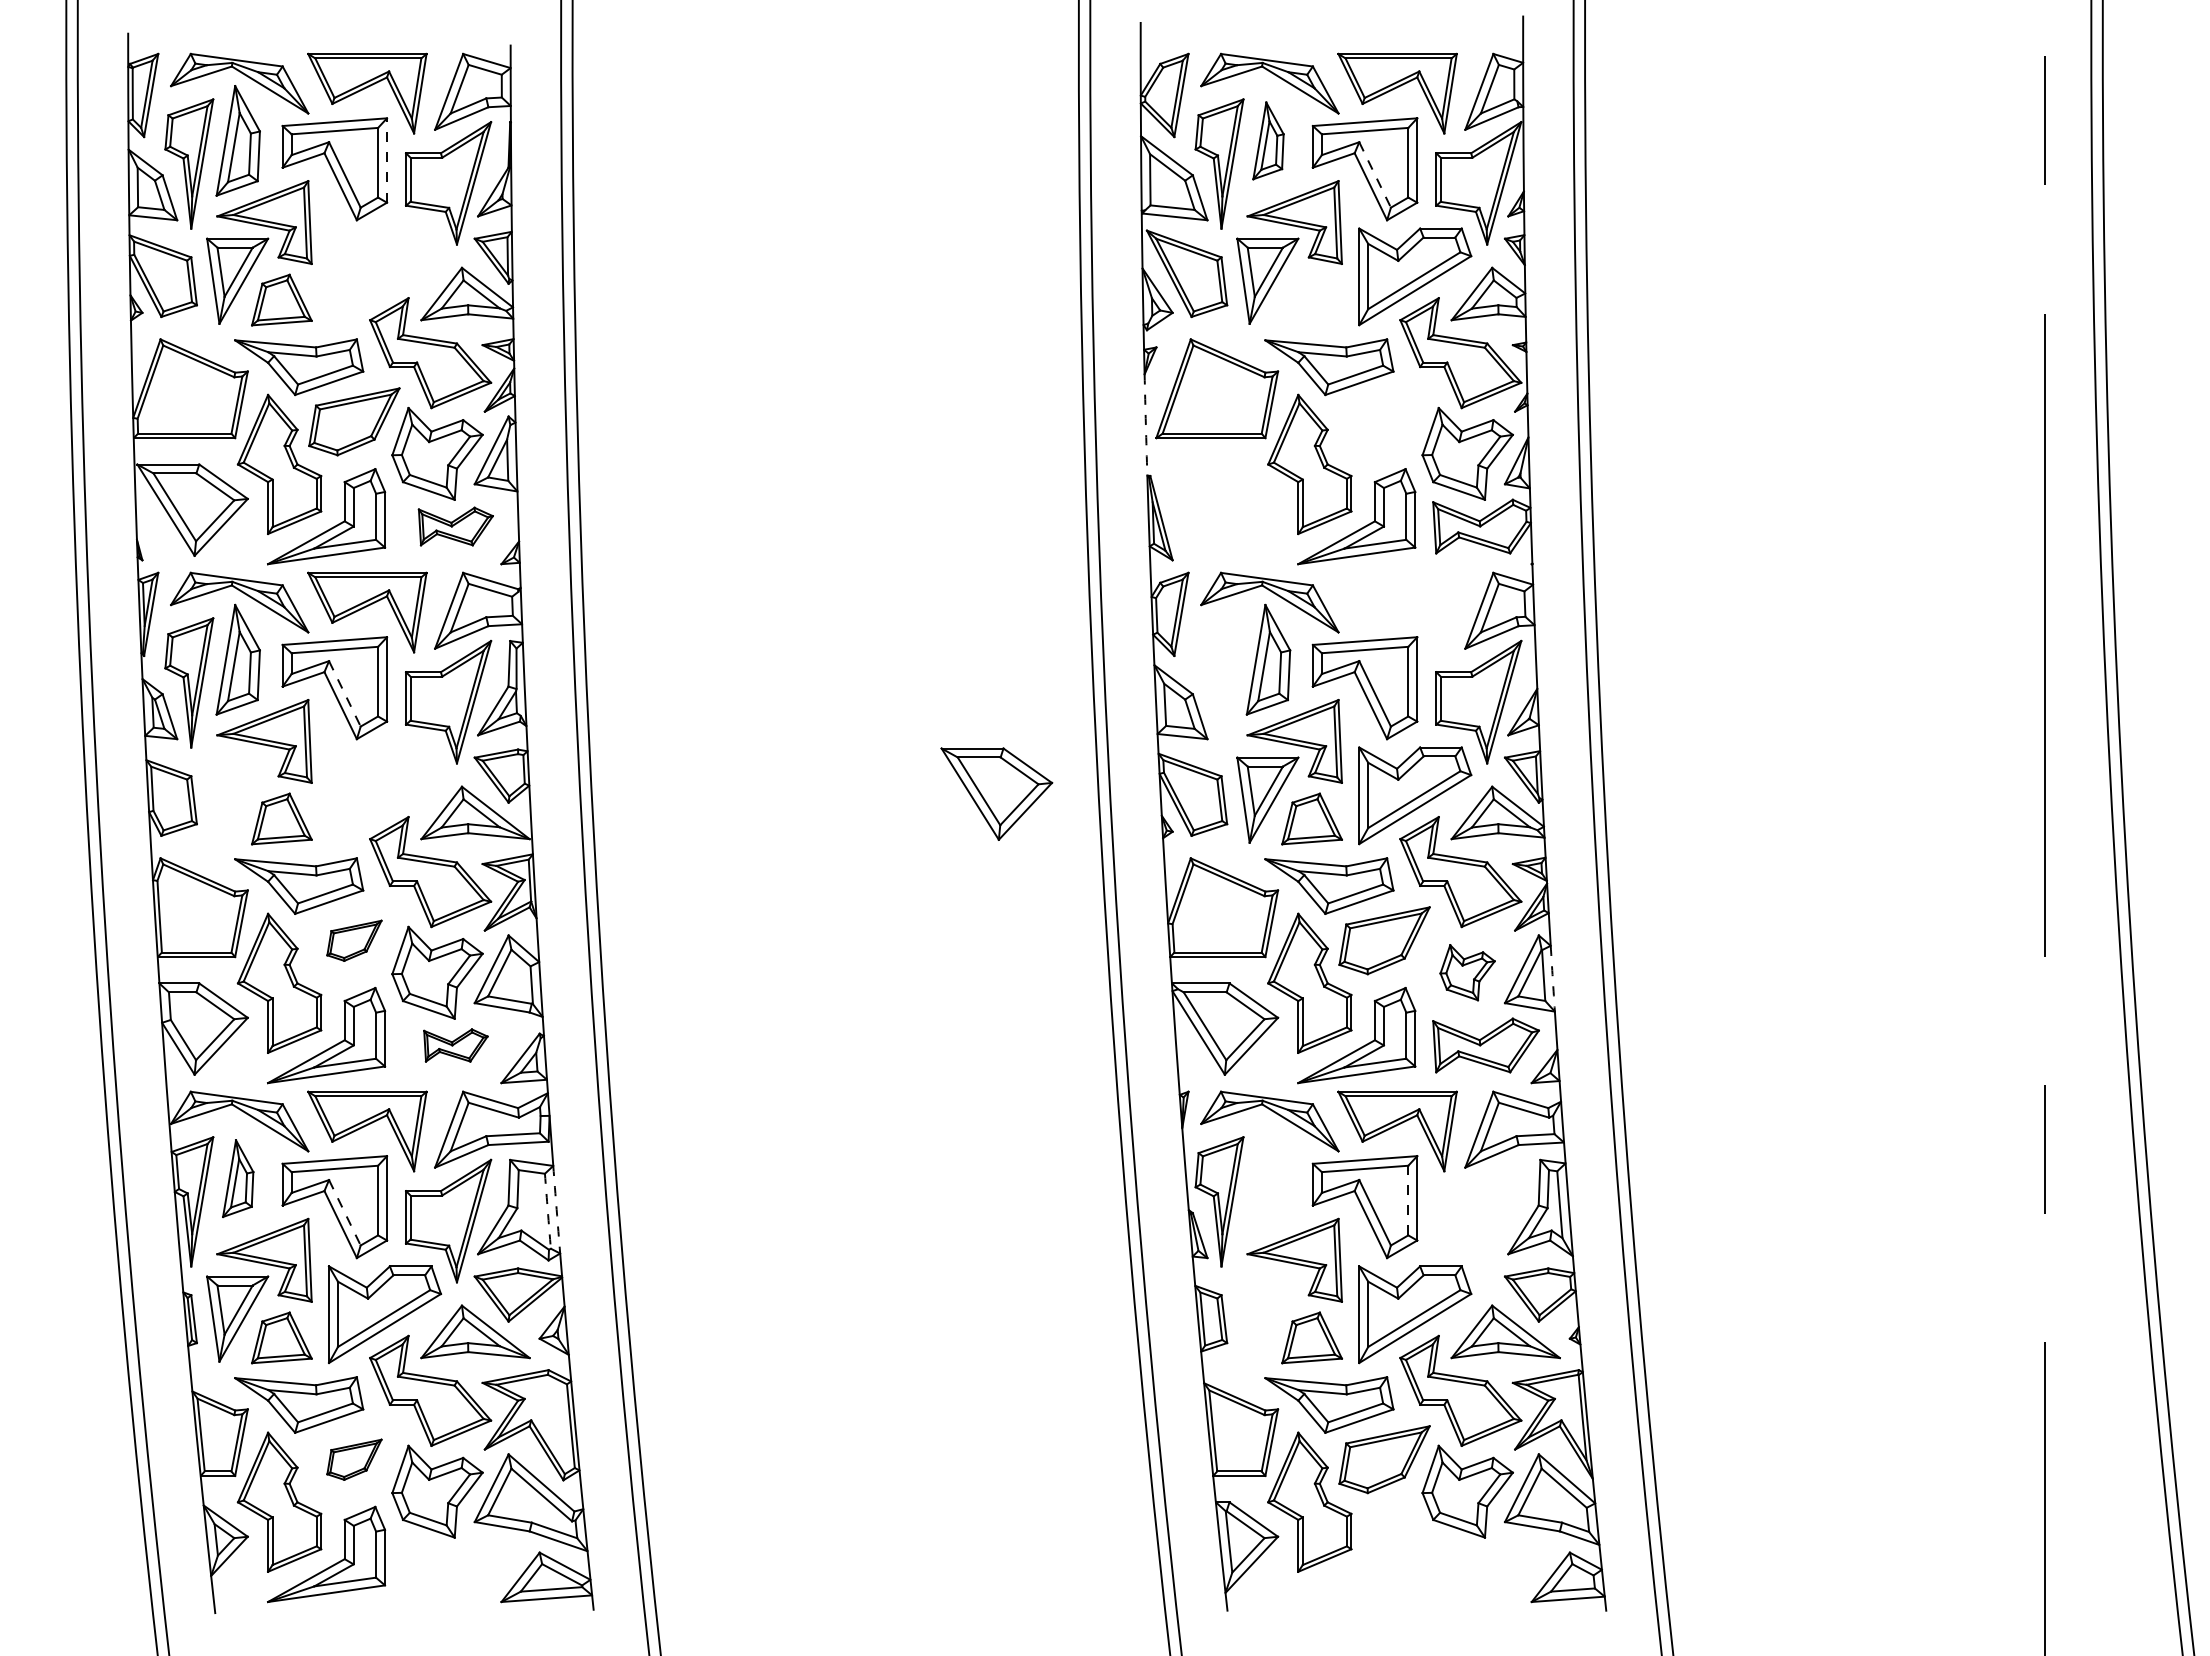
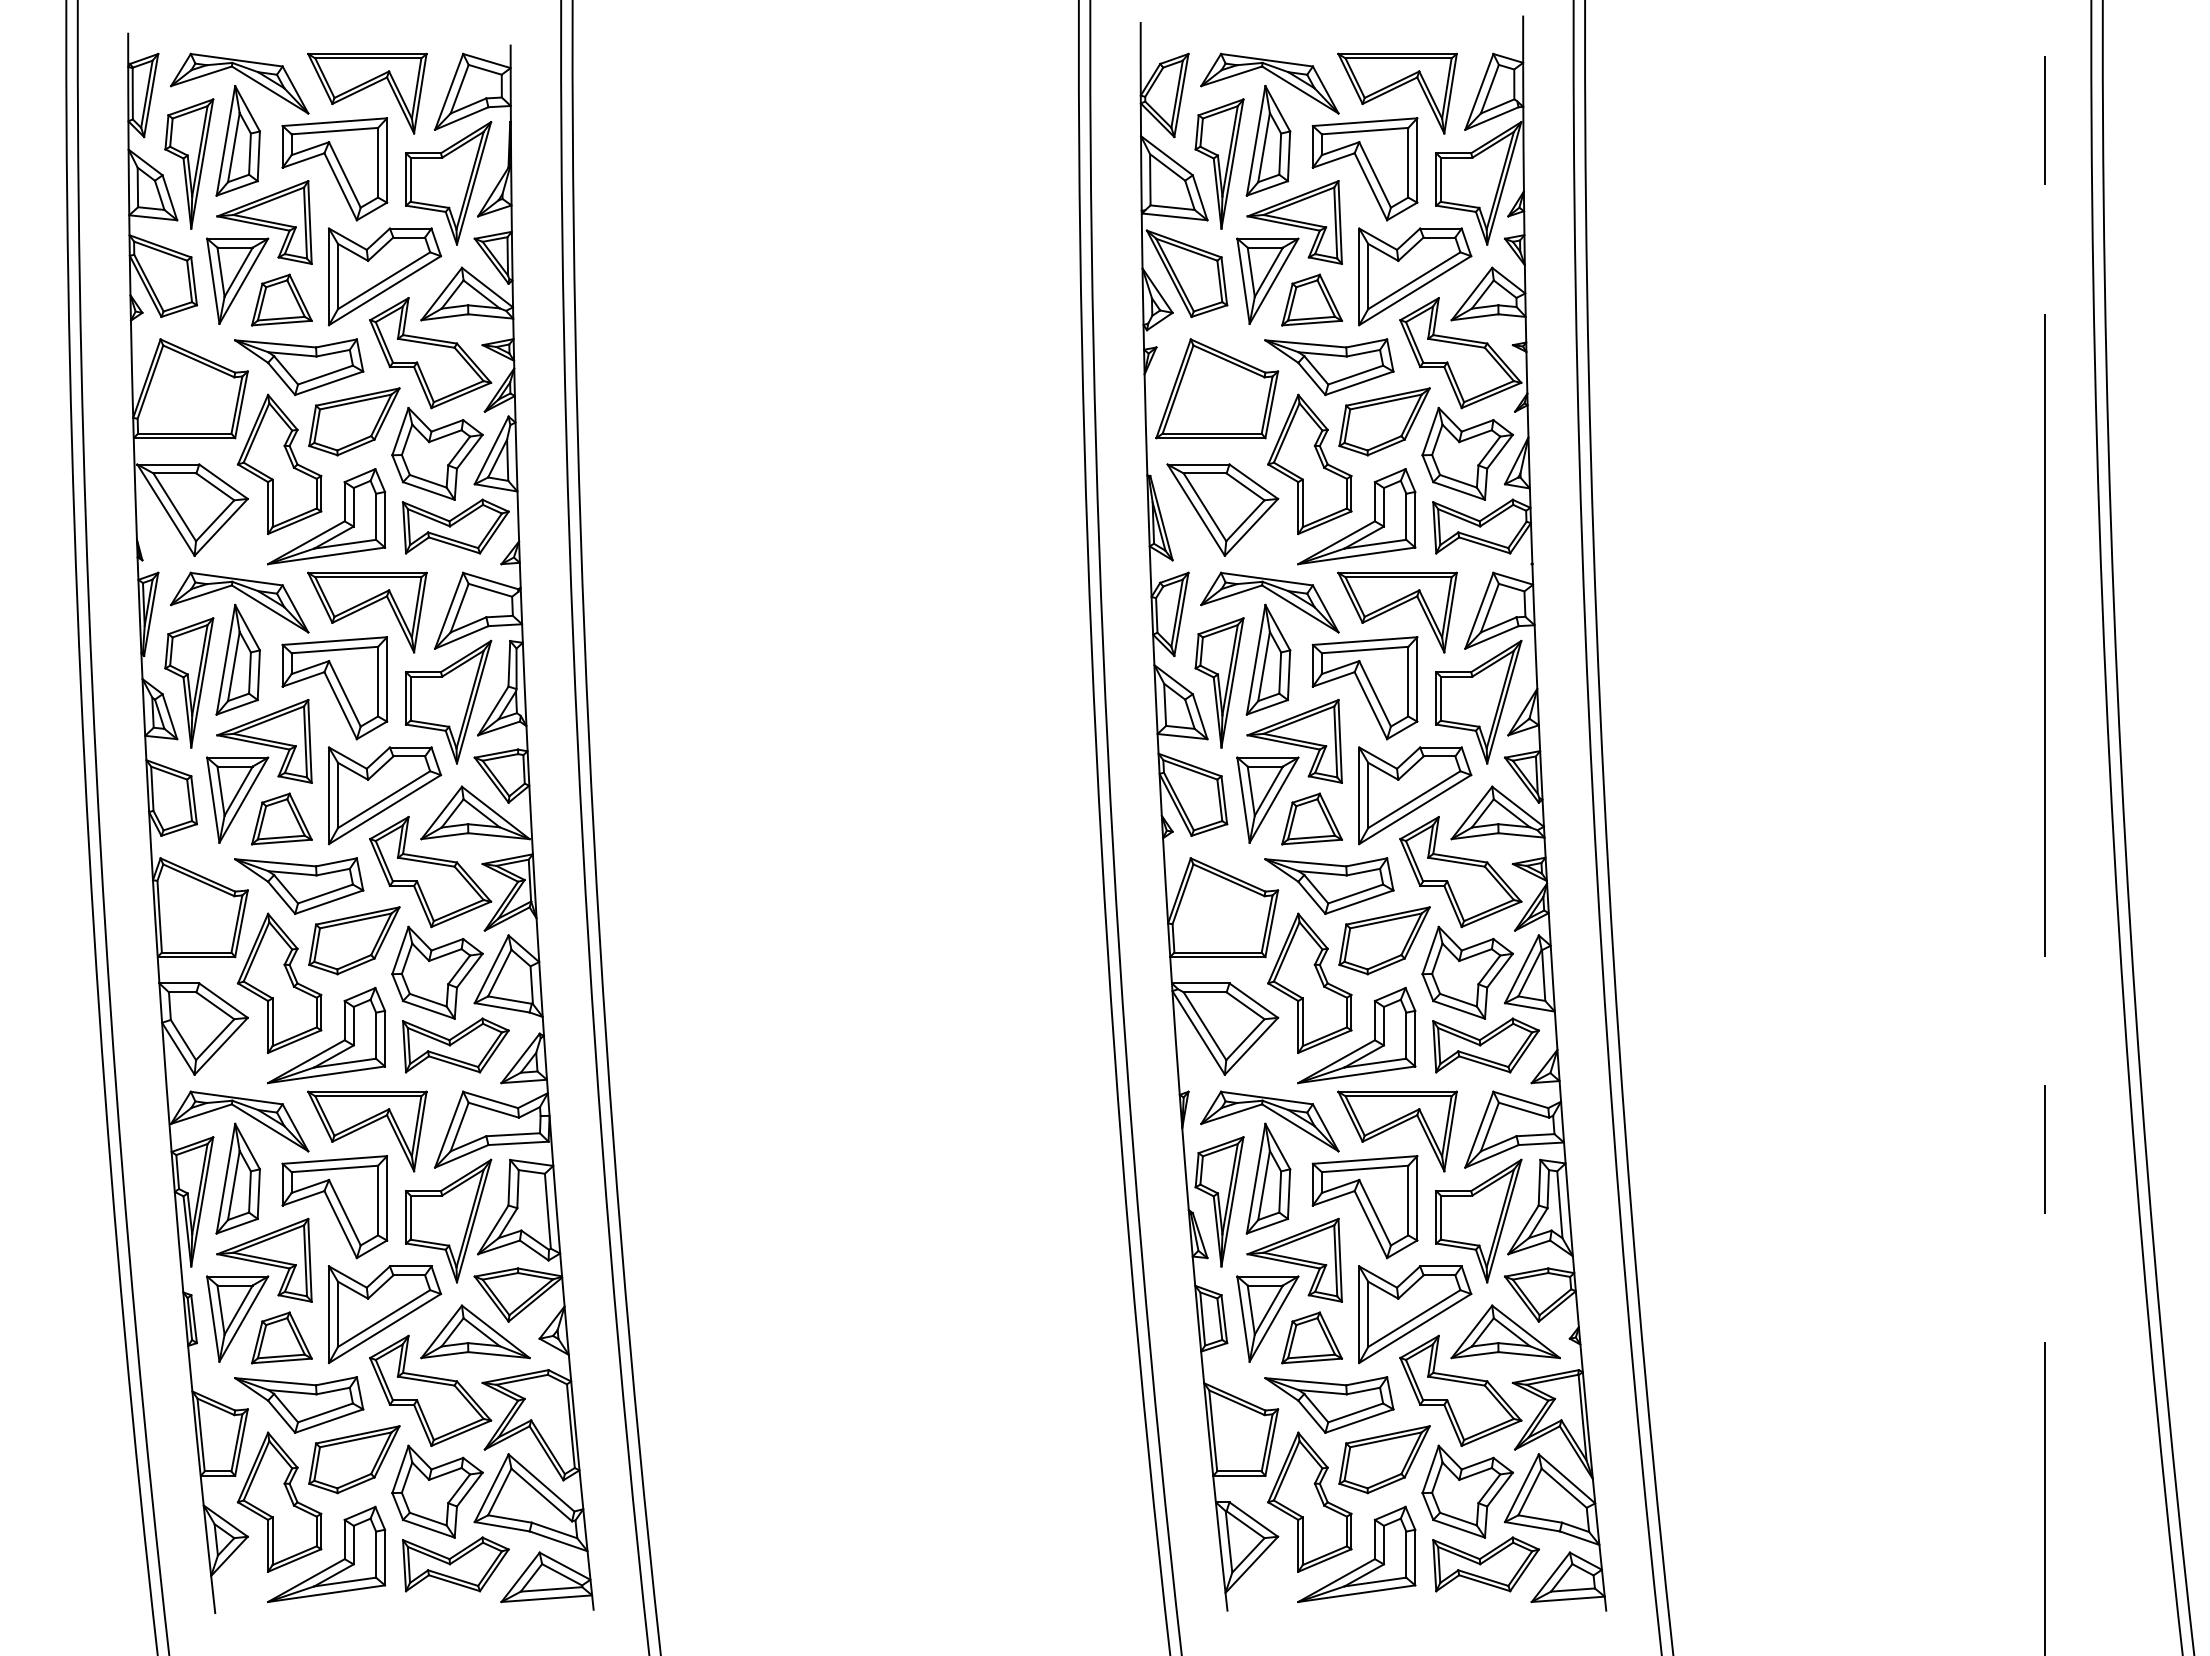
part at (1268, 140) size: 33x80 px -> 47x112 px
line at (387, 160): dashed -> solid
line at (1375, 175): dashed -> solid
part at (384, 276): none -> present
part at (1311, 299): none -> present
part at (1384, 421): none -> present
arc at (1145, 424): dashed -> solid
part at (455, 526) size: 77x41 px -> 108x57 px
part at (1397, 612): none -> present
part at (1219, 682): none -> present
line at (345, 694): dashed -> solid
part at (996, 793) position: (996, 793) -> (1222, 509)
part at (384, 795): none -> present
part at (237, 799): none -> present
part at (354, 940) size: 57x43 px -> 93x70 px
part at (1467, 972) size: 57x58 px -> 93x95 px
arc at (1552, 978): dashed -> solid
part at (455, 1045) size: 66x35 px -> 108x57 px
part at (238, 1178) size: 33x80 px -> 46x113 px
part at (1268, 1178): none -> present
line at (1408, 1200): dashed -> solid
arc at (556, 1209): dashed -> solid
arc at (547, 1211): dashed -> solid
line at (345, 1213): dashed -> solid
part at (1478, 1220): none -> present
part at (1267, 1318): none -> present
part at (354, 1459) size: 57x43 px -> 93x70 px
part at (1364, 1563): none -> present
part at (455, 1564): none -> present
part at (1485, 1564): none -> present
